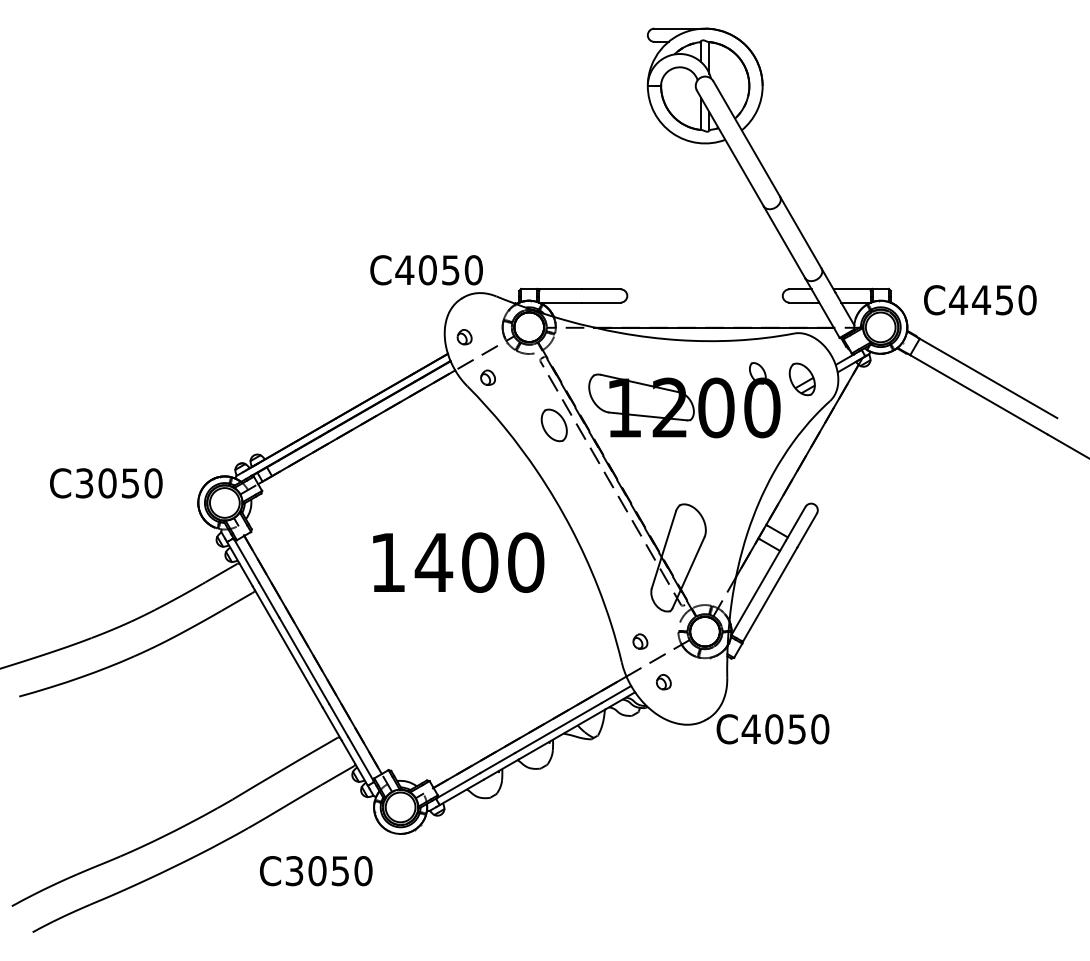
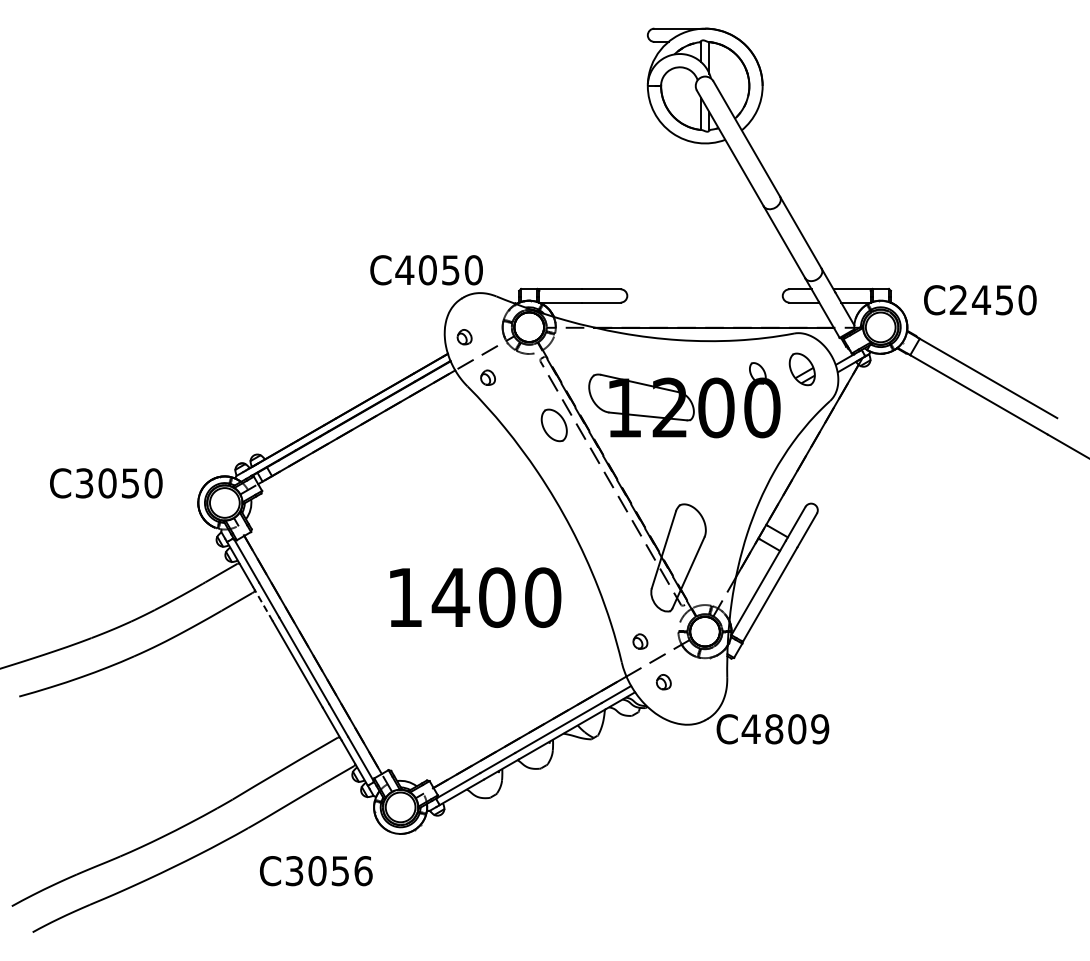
text at (958, 299): C4450 -> C2450
part at (801, 379) position: (801, 379) -> (801, 369)
text at (458, 562) position: (458, 562) -> (475, 597)
line at (262, 603): solid -> dashed
text at (797, 729): C4050 -> C4809
text at (363, 871): C3050 -> C3056
